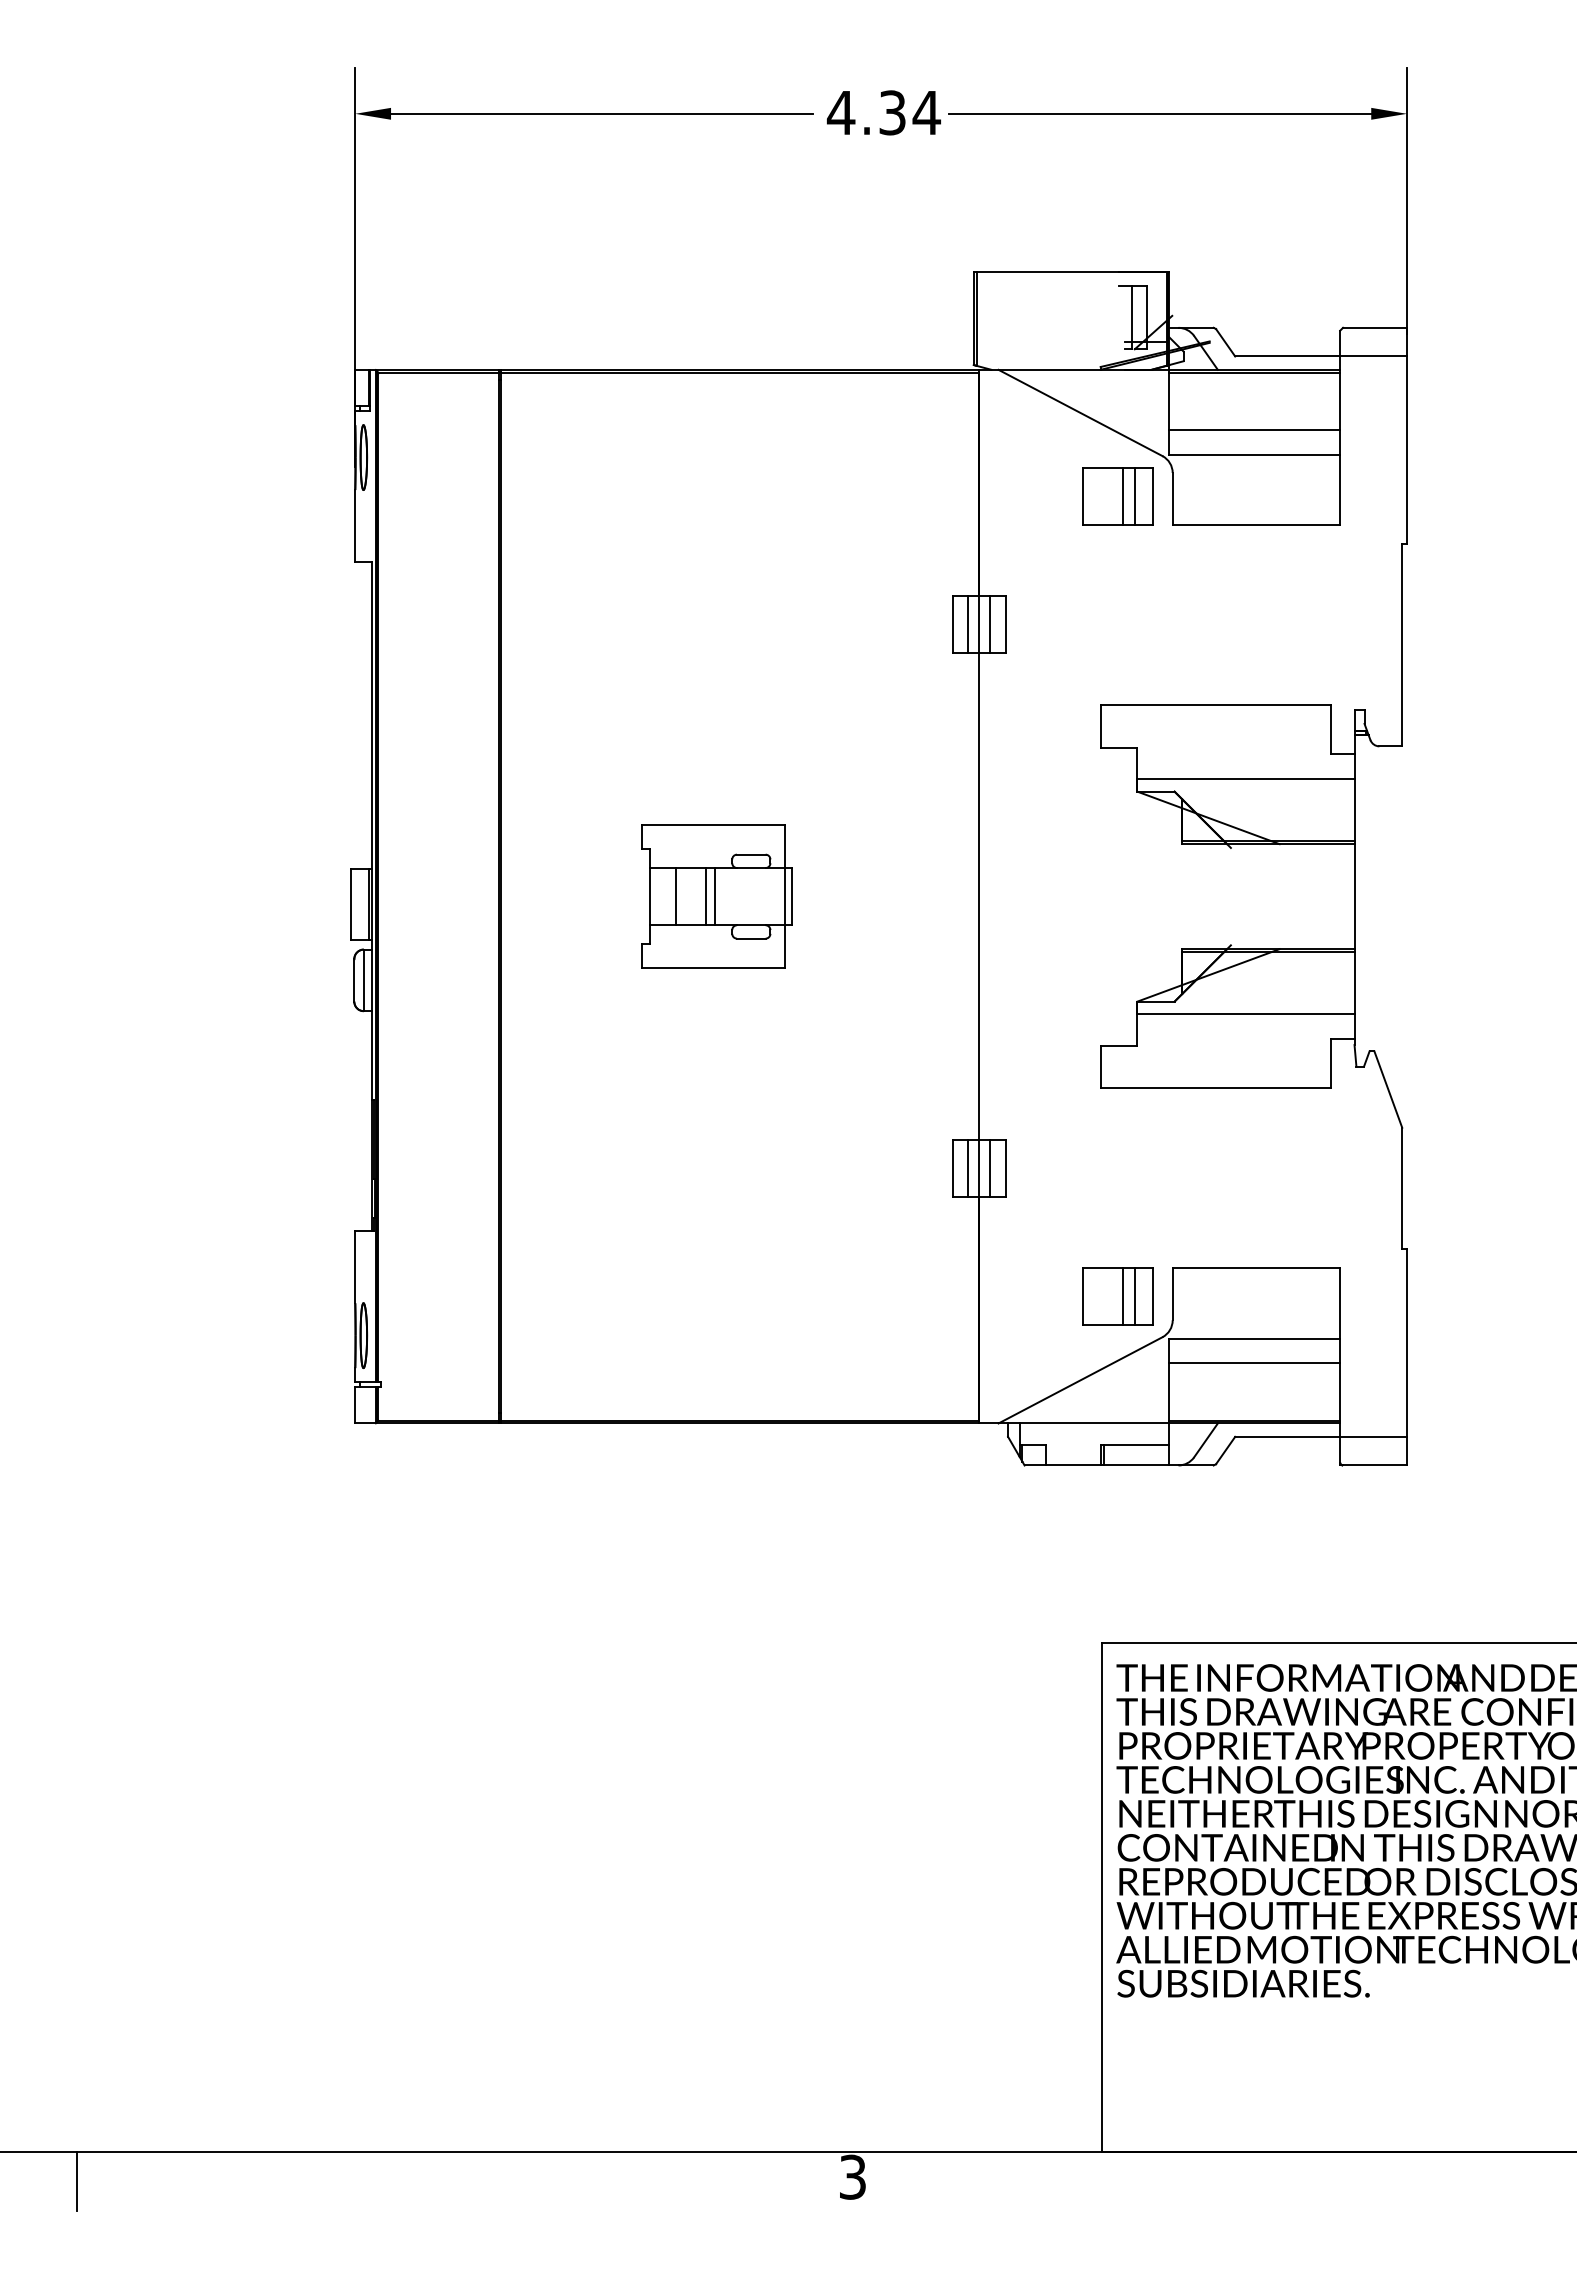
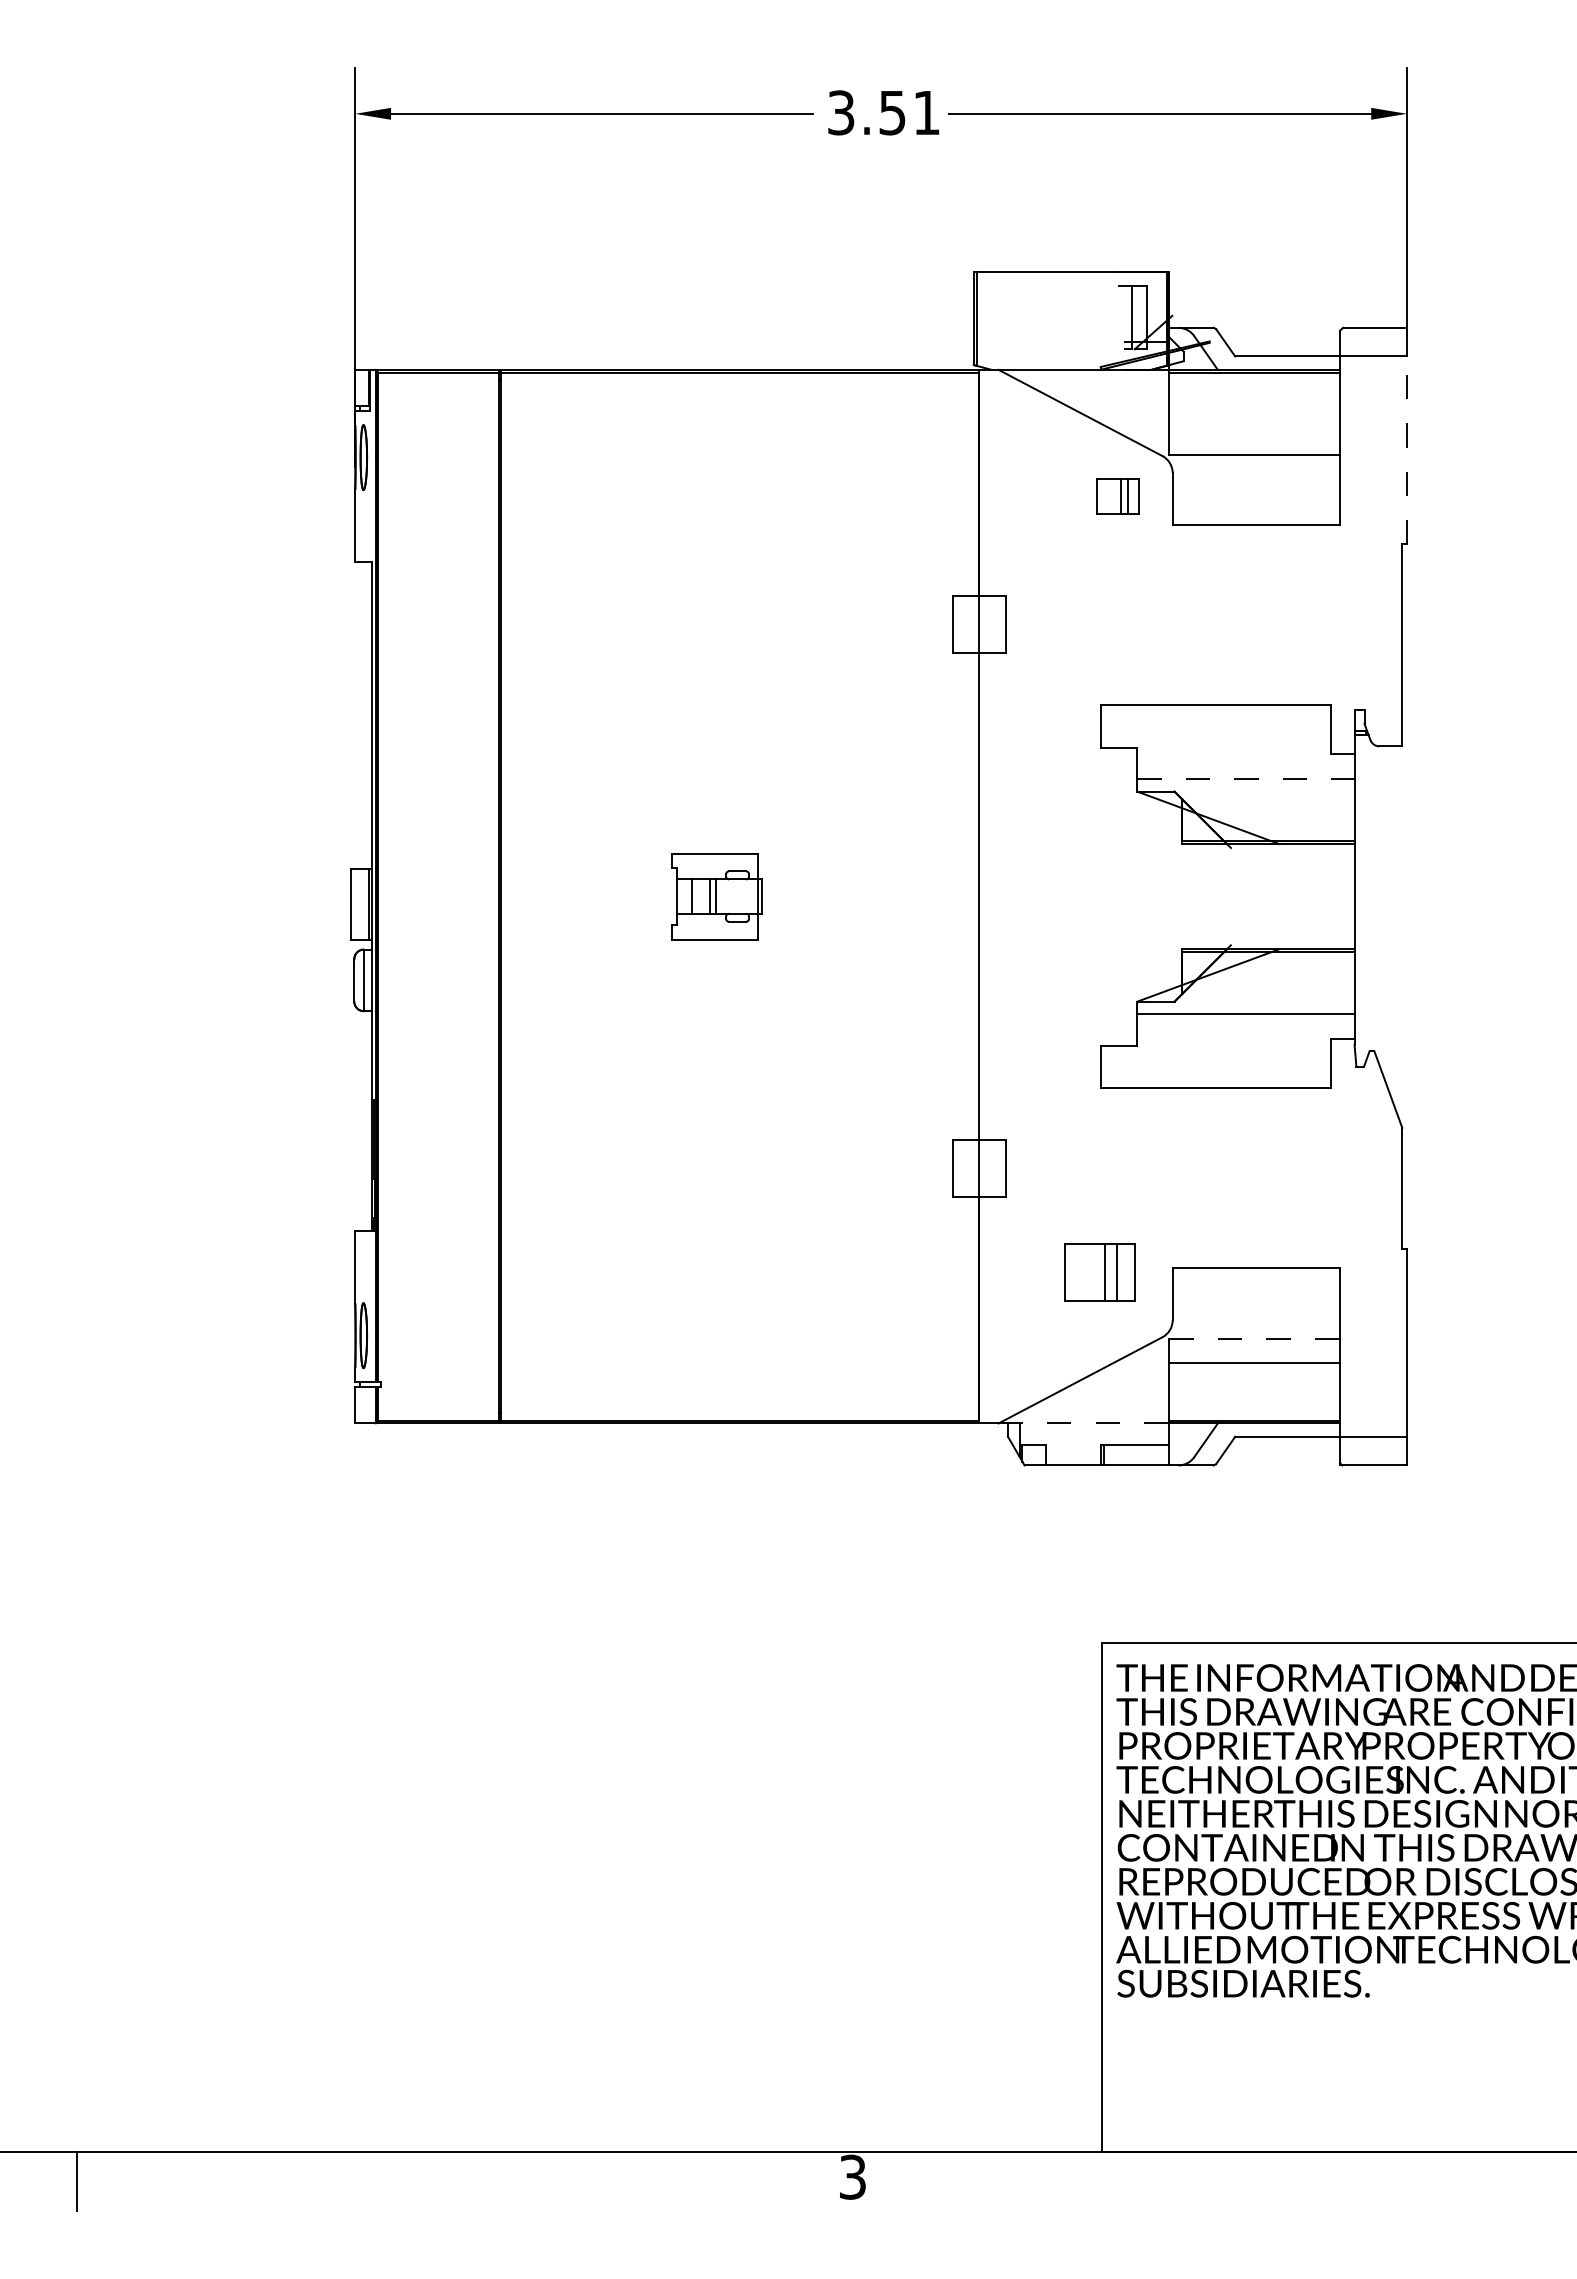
text at (883, 112): 4.34 -> 3.51
line at (1254, 429): present -> none
line at (1407, 450): solid -> dashed
part at (1117, 496) size: 72x59 px -> 44x37 px
line at (968, 624): present -> none
line at (990, 624): present -> none
line at (1245, 778): solid -> dashed
part at (716, 896) size: 152x145 px -> 92x88 px
line at (968, 1168): present -> none
line at (990, 1168): present -> none
part at (1117, 1296) position: (1117, 1296) -> (1099, 1272)
line at (1255, 1338): solid -> dashed
line at (1084, 1423): solid -> dashed
